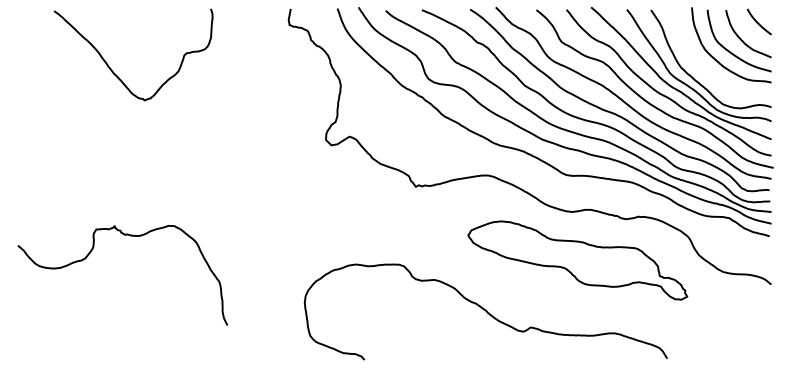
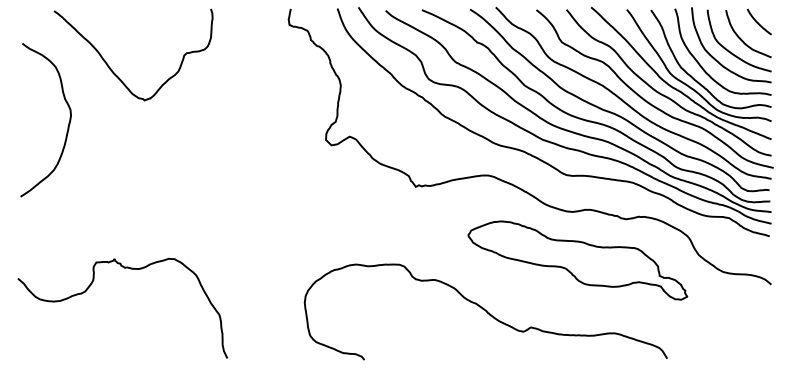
curve at (703, 67): none -> present
curve at (67, 126): none -> present
curve at (91, 252) position: (91, 252) -> (91, 285)
